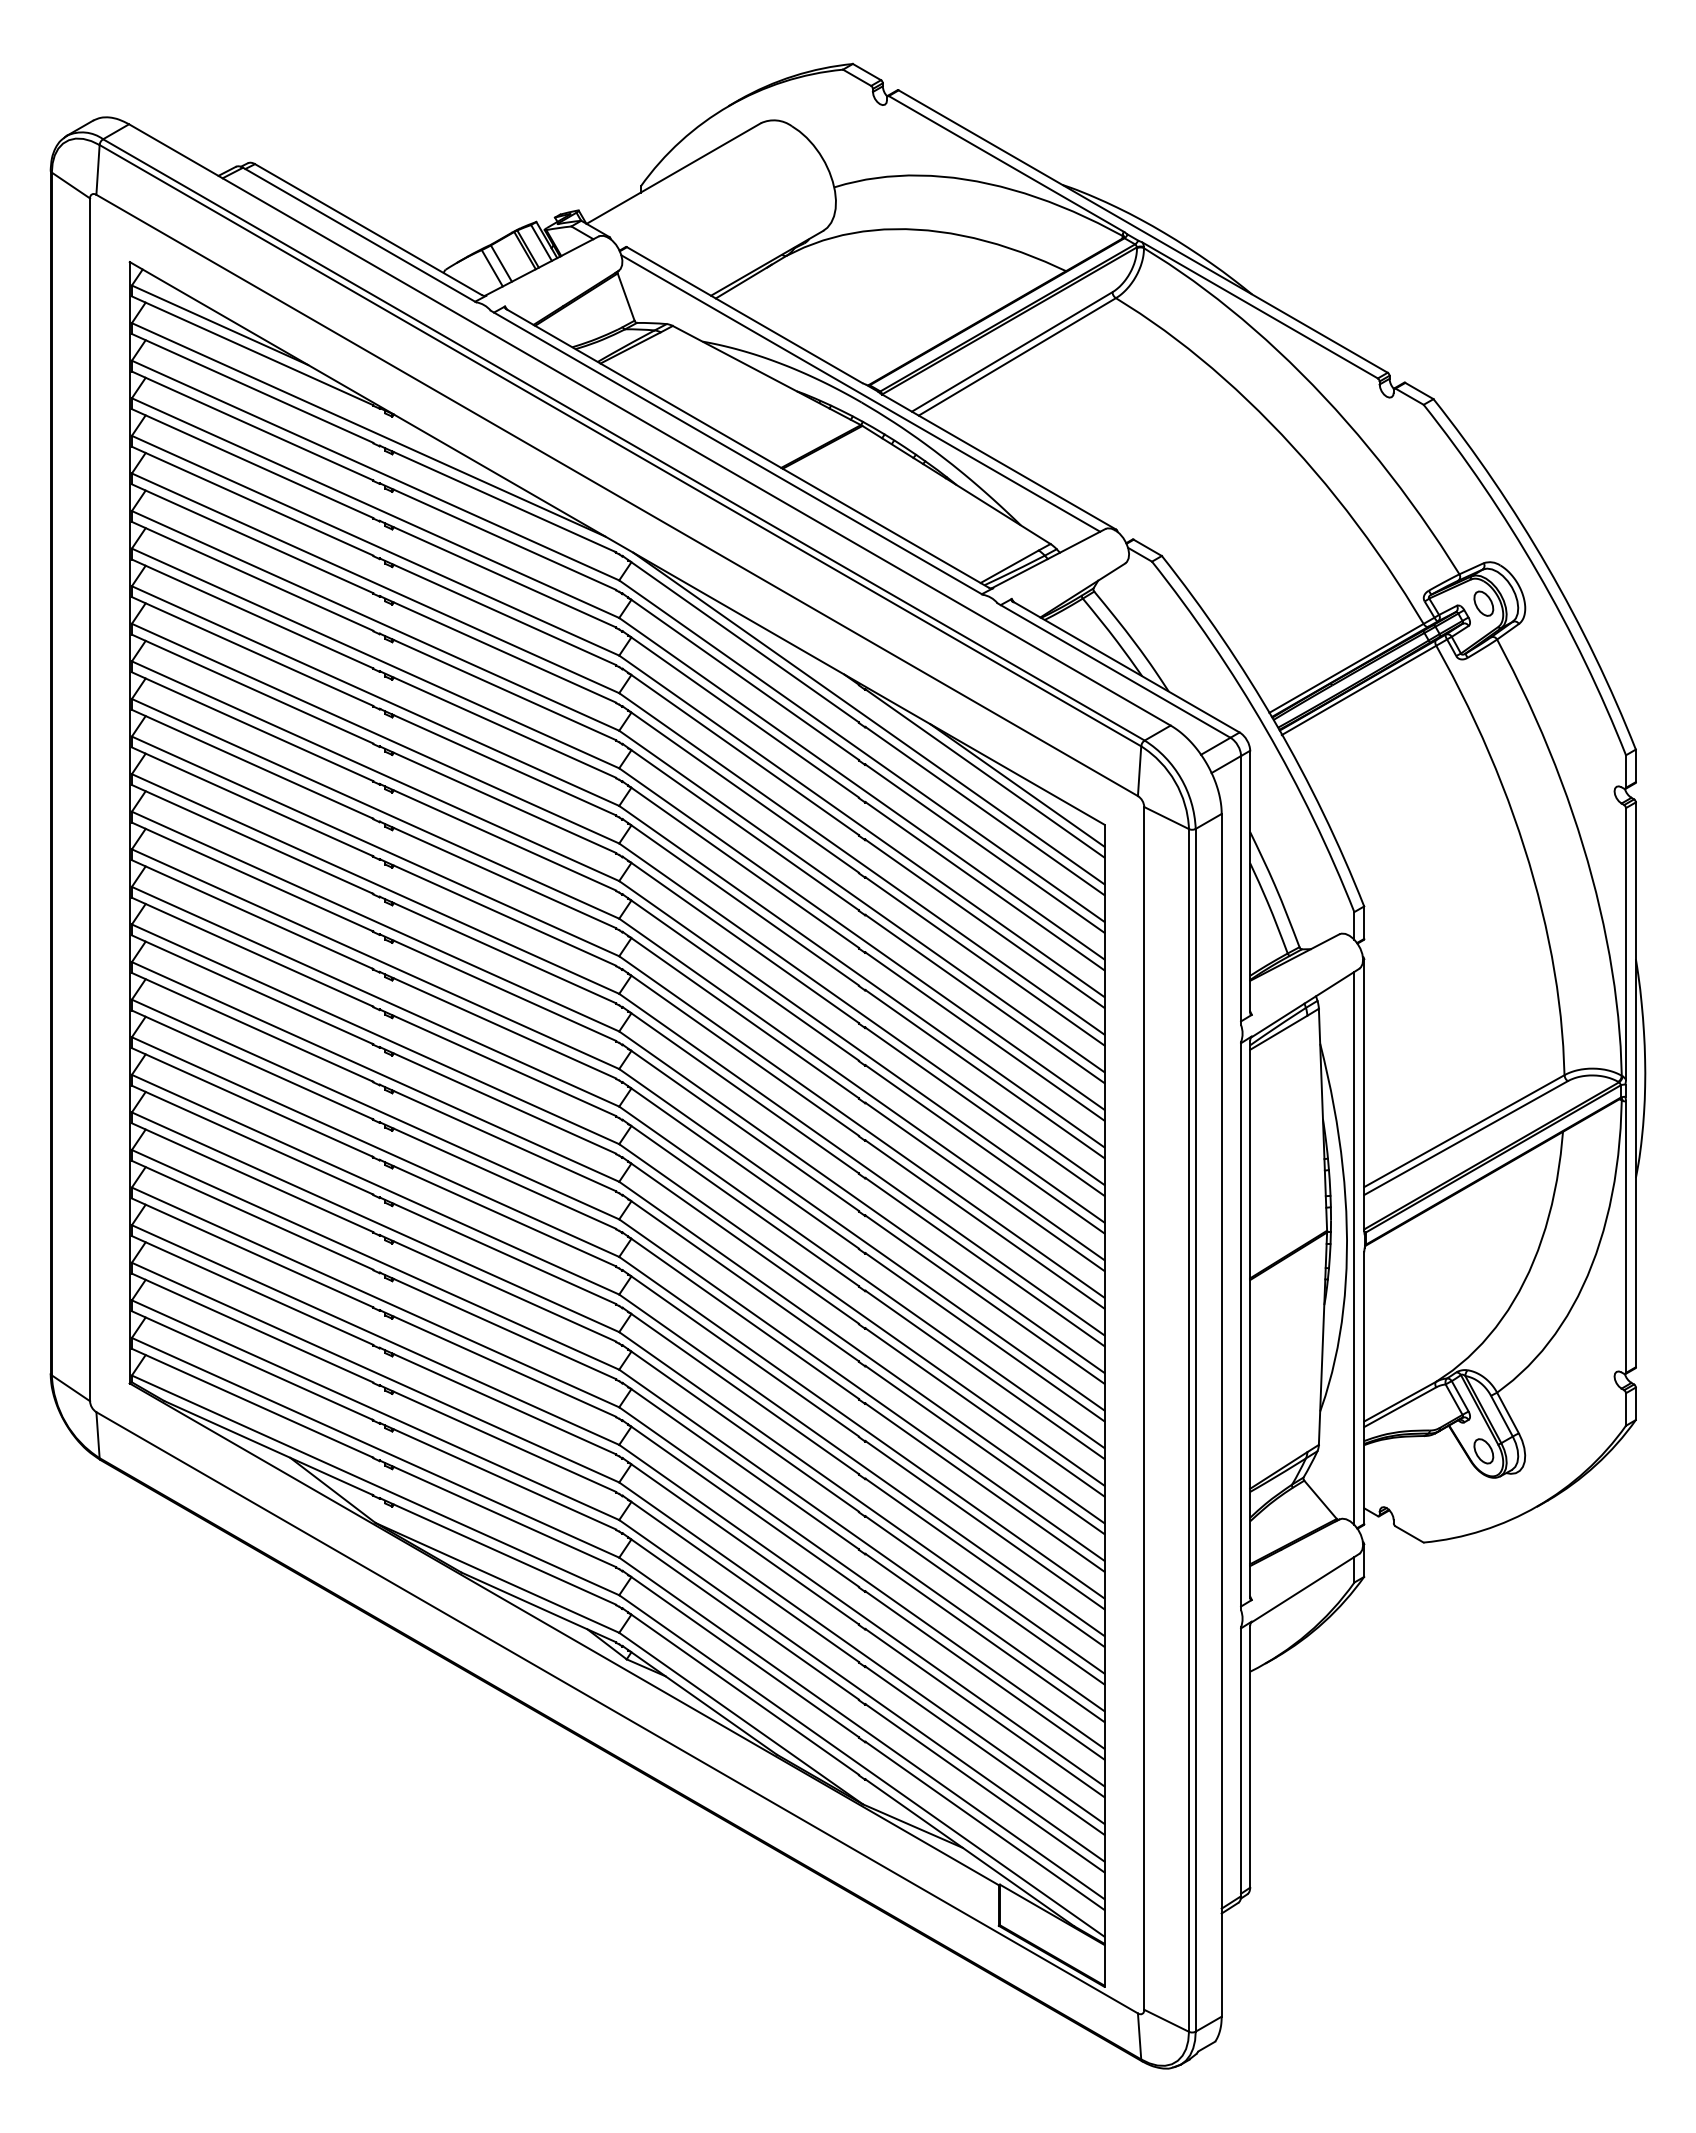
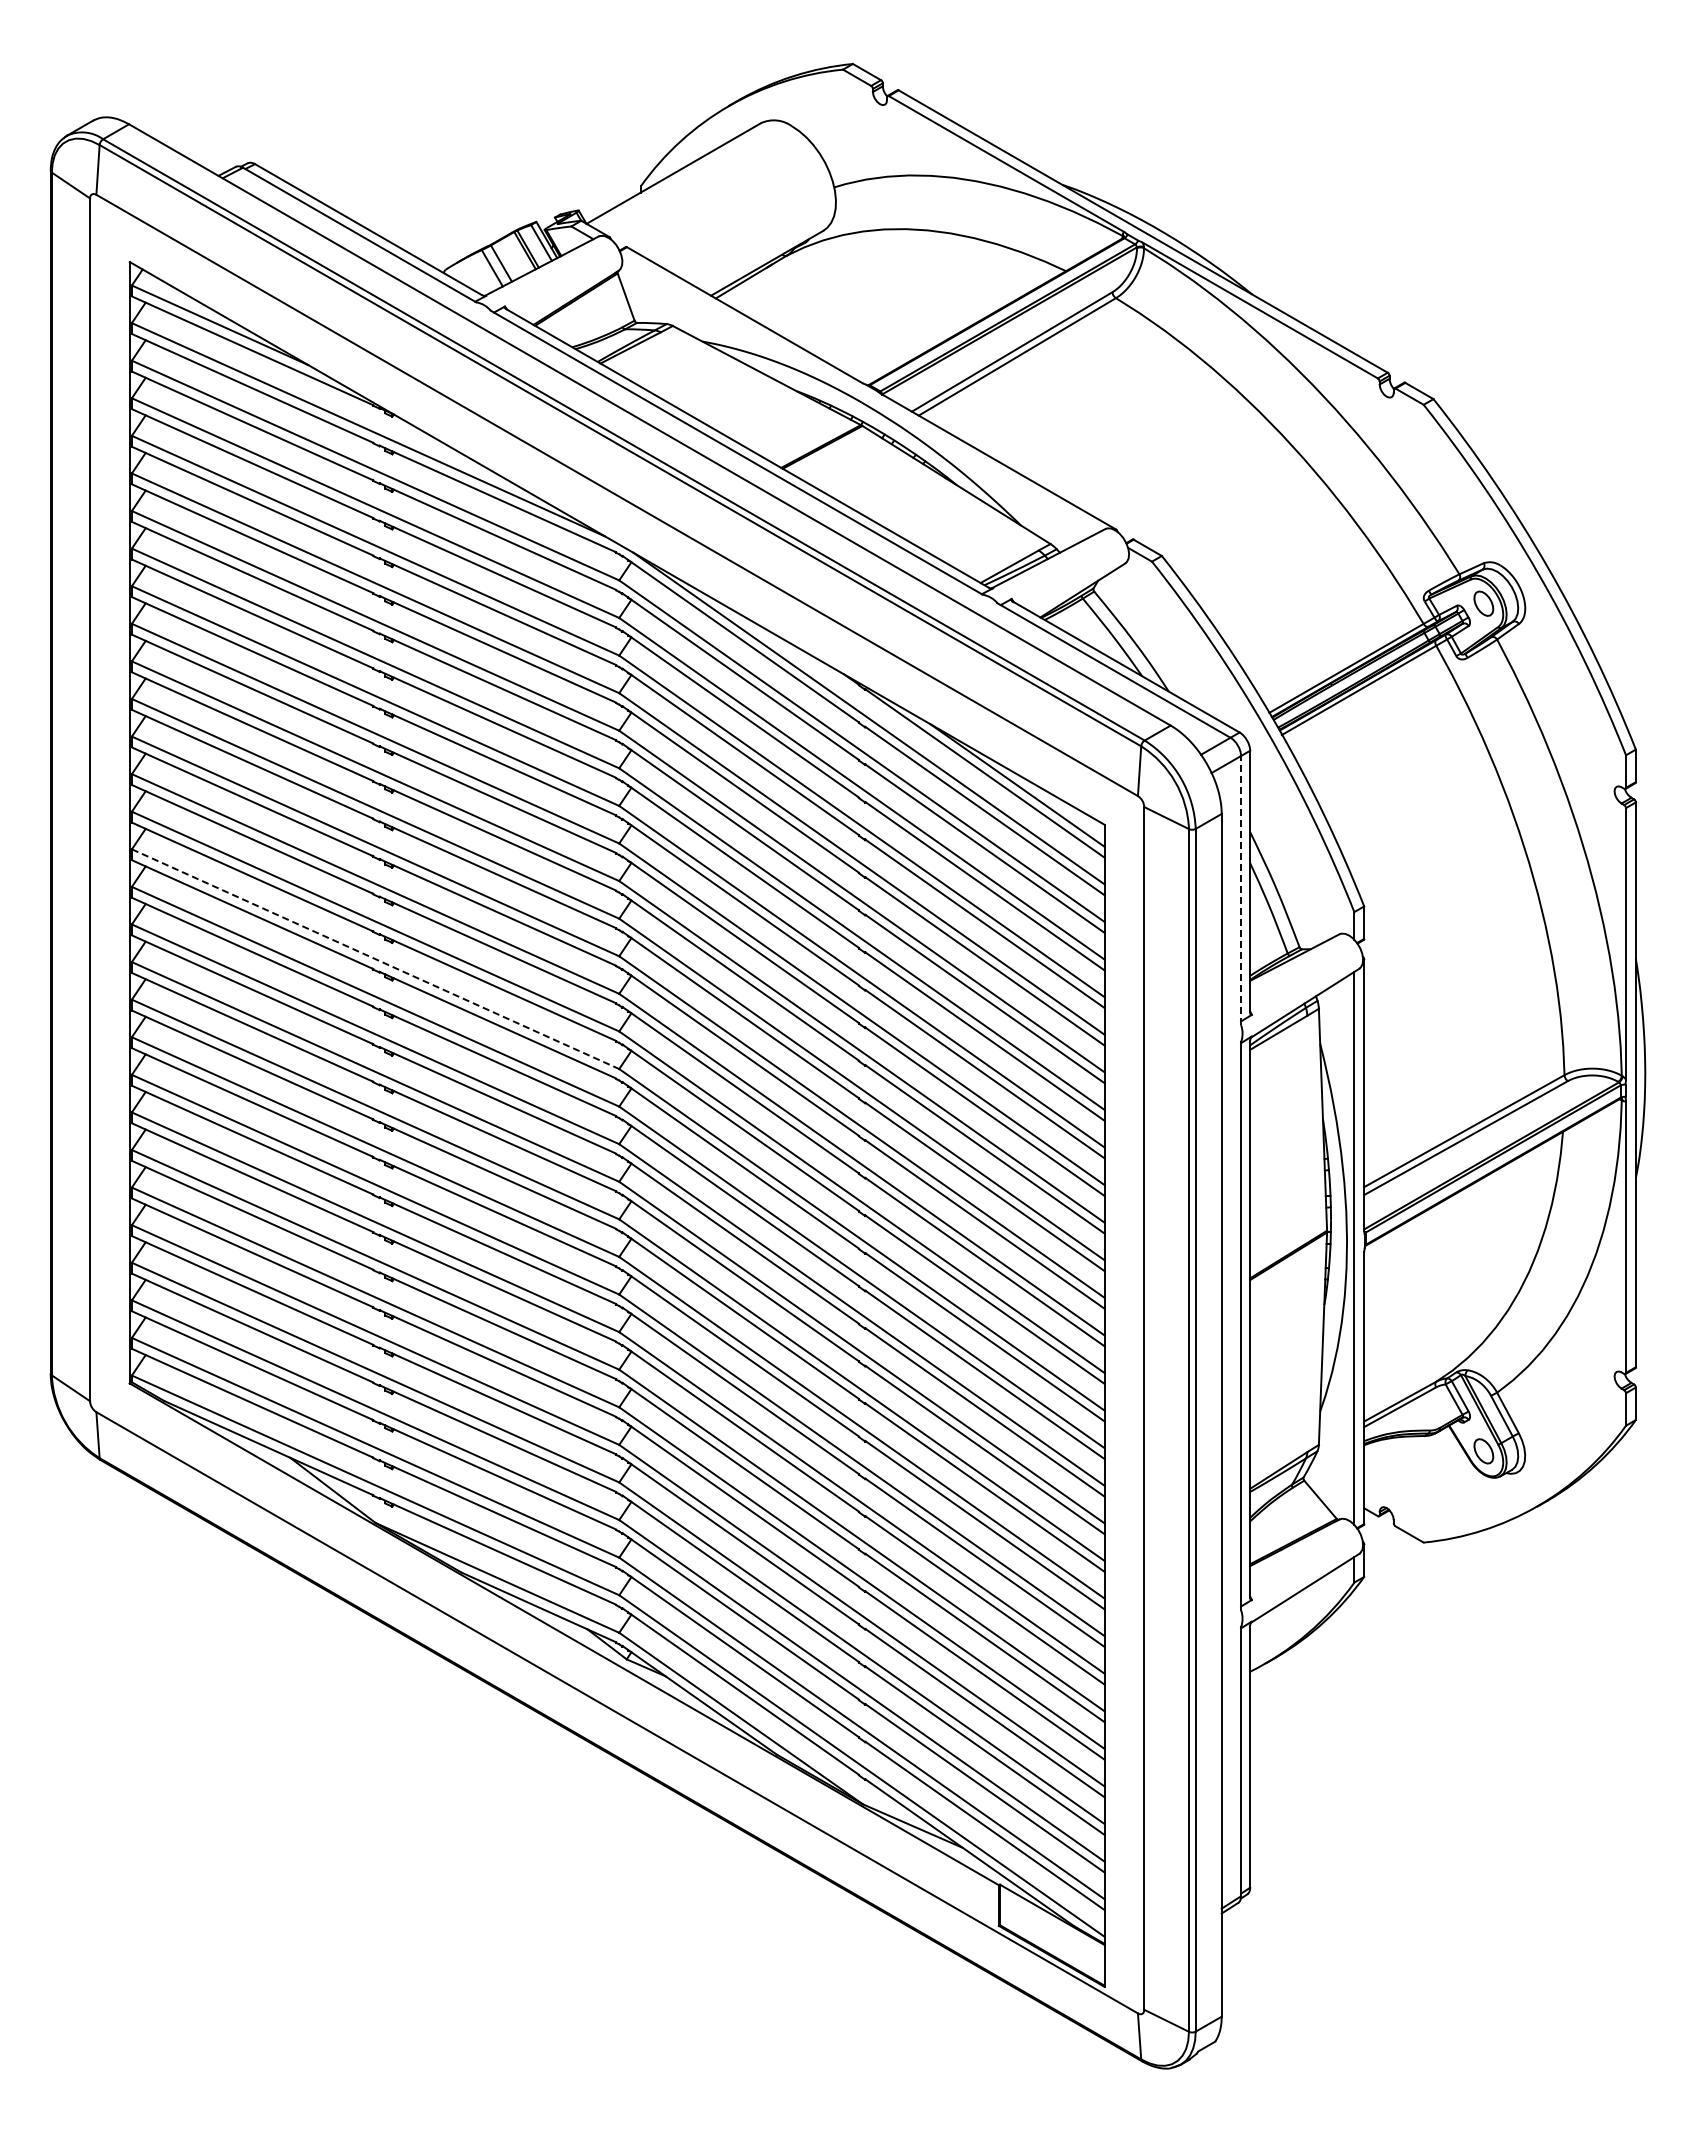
line at (860, 393): present -> none
line at (1241, 890): solid -> dashed
line at (376, 959): solid -> dashed
